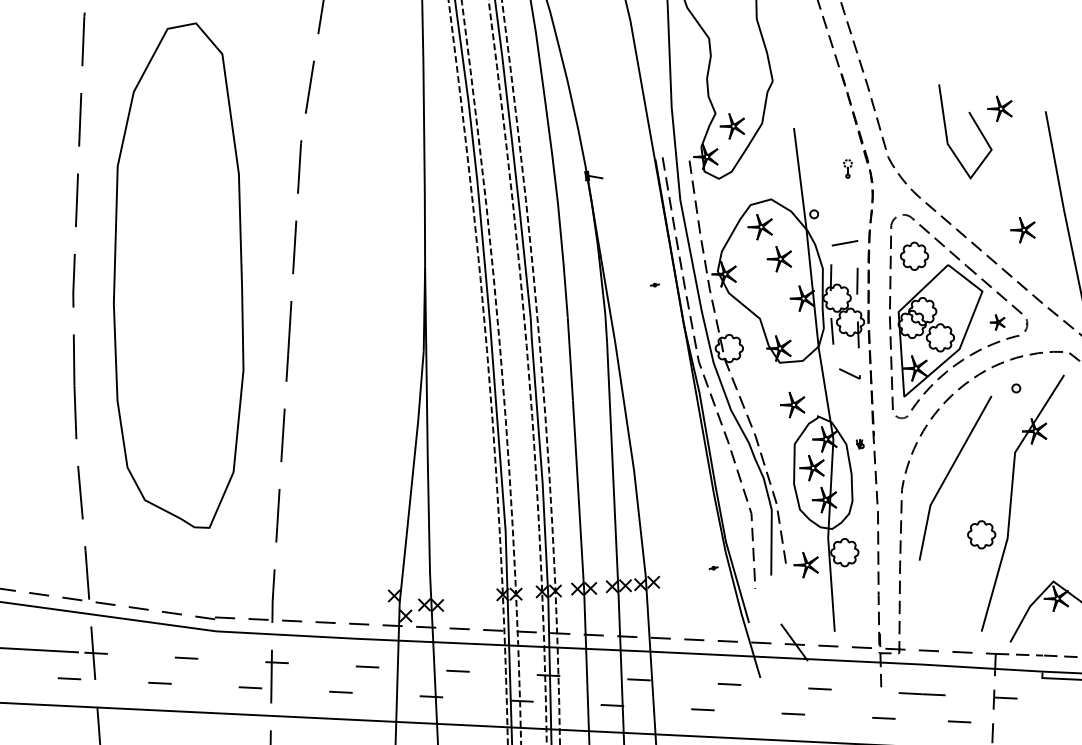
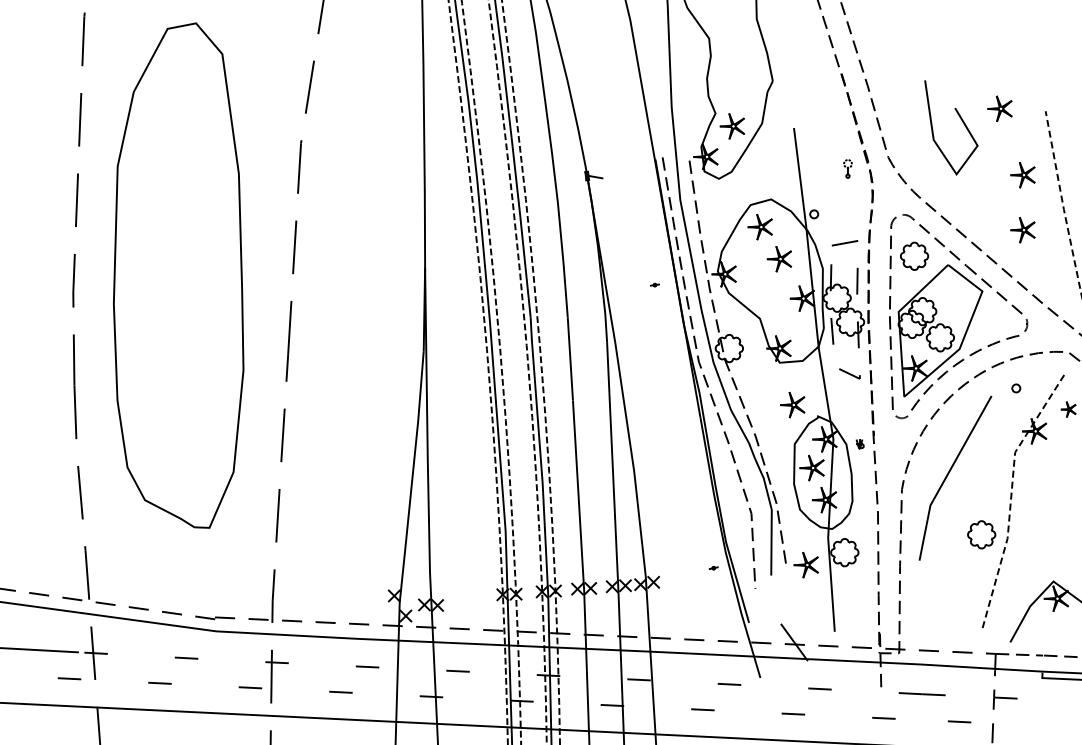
line at (974, 123) position: (974, 123) -> (960, 119)
part at (1022, 175): none -> present
line at (1062, 203): solid -> dashed
part at (997, 322) position: (997, 322) -> (1068, 409)
line at (1011, 498): solid -> dashed
